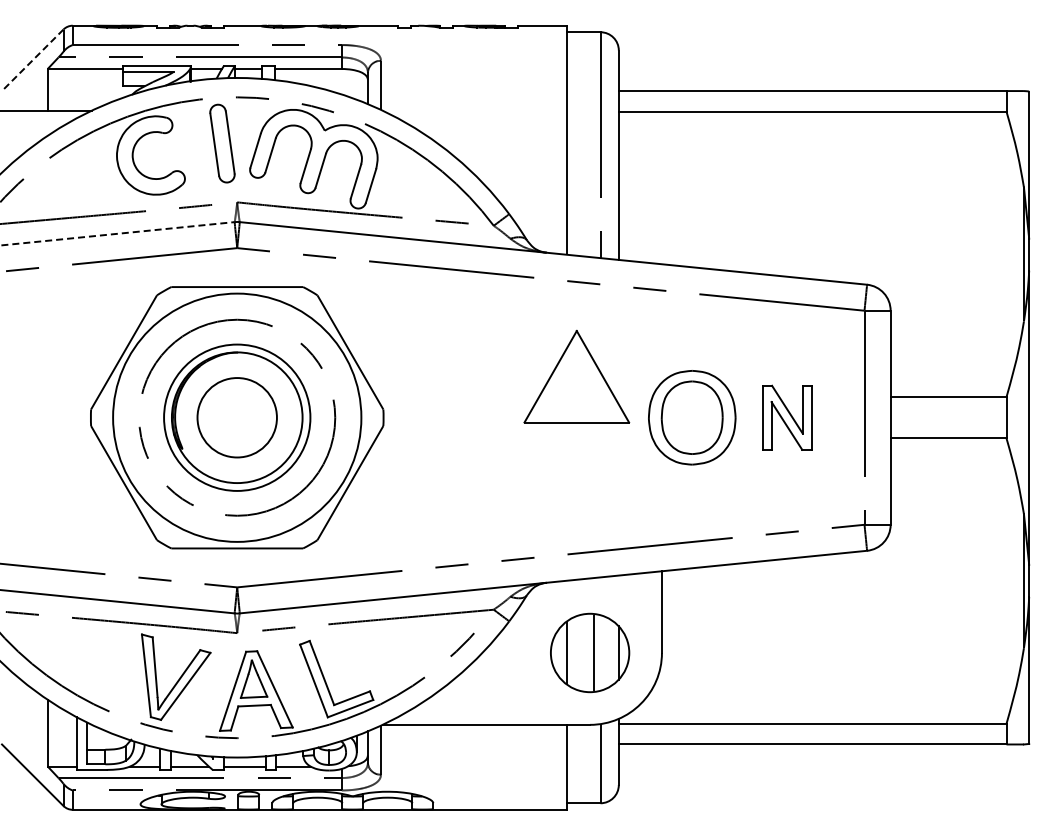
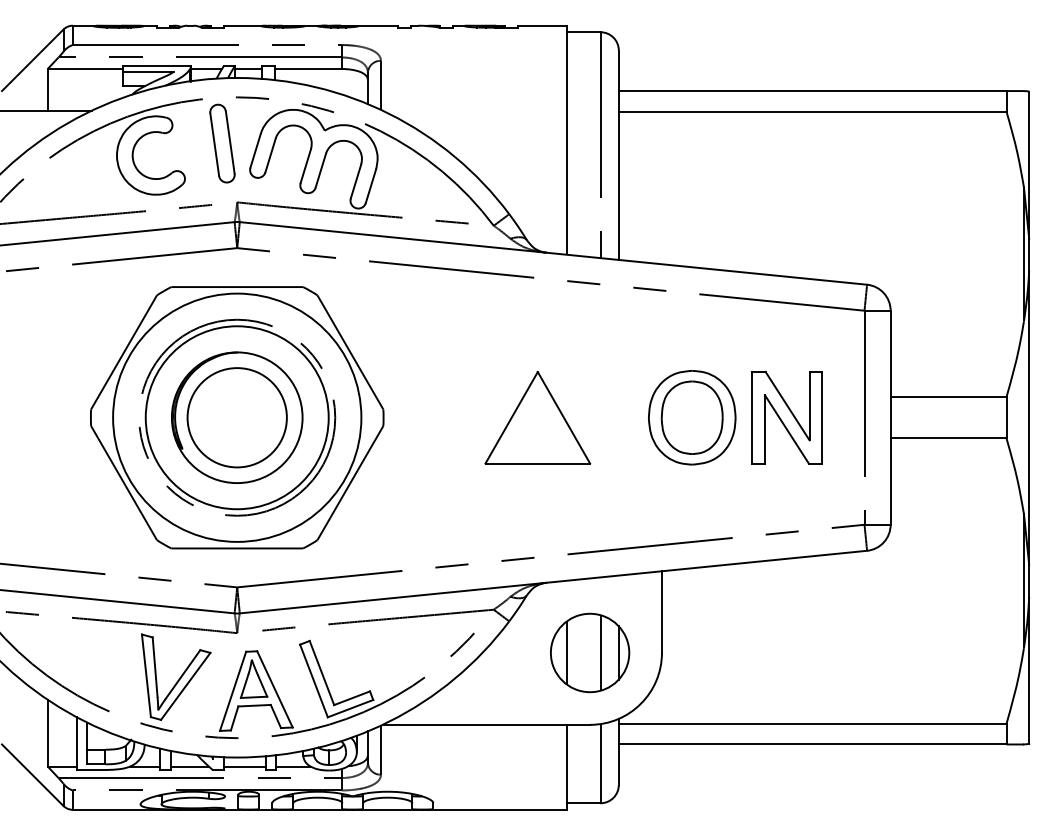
line at (32, 60): dashed -> solid
line at (117, 233): dashed -> solid
part at (576, 376) position: (576, 376) -> (537, 417)
circle at (236, 417) diameter: 79 px -> 99 px
circle at (237, 417) diameter: 146 px -> 183 px
part at (787, 417) size: 51x67 px -> 72x94 px
line at (593, 652) position: (593, 652) -> (600, 652)
